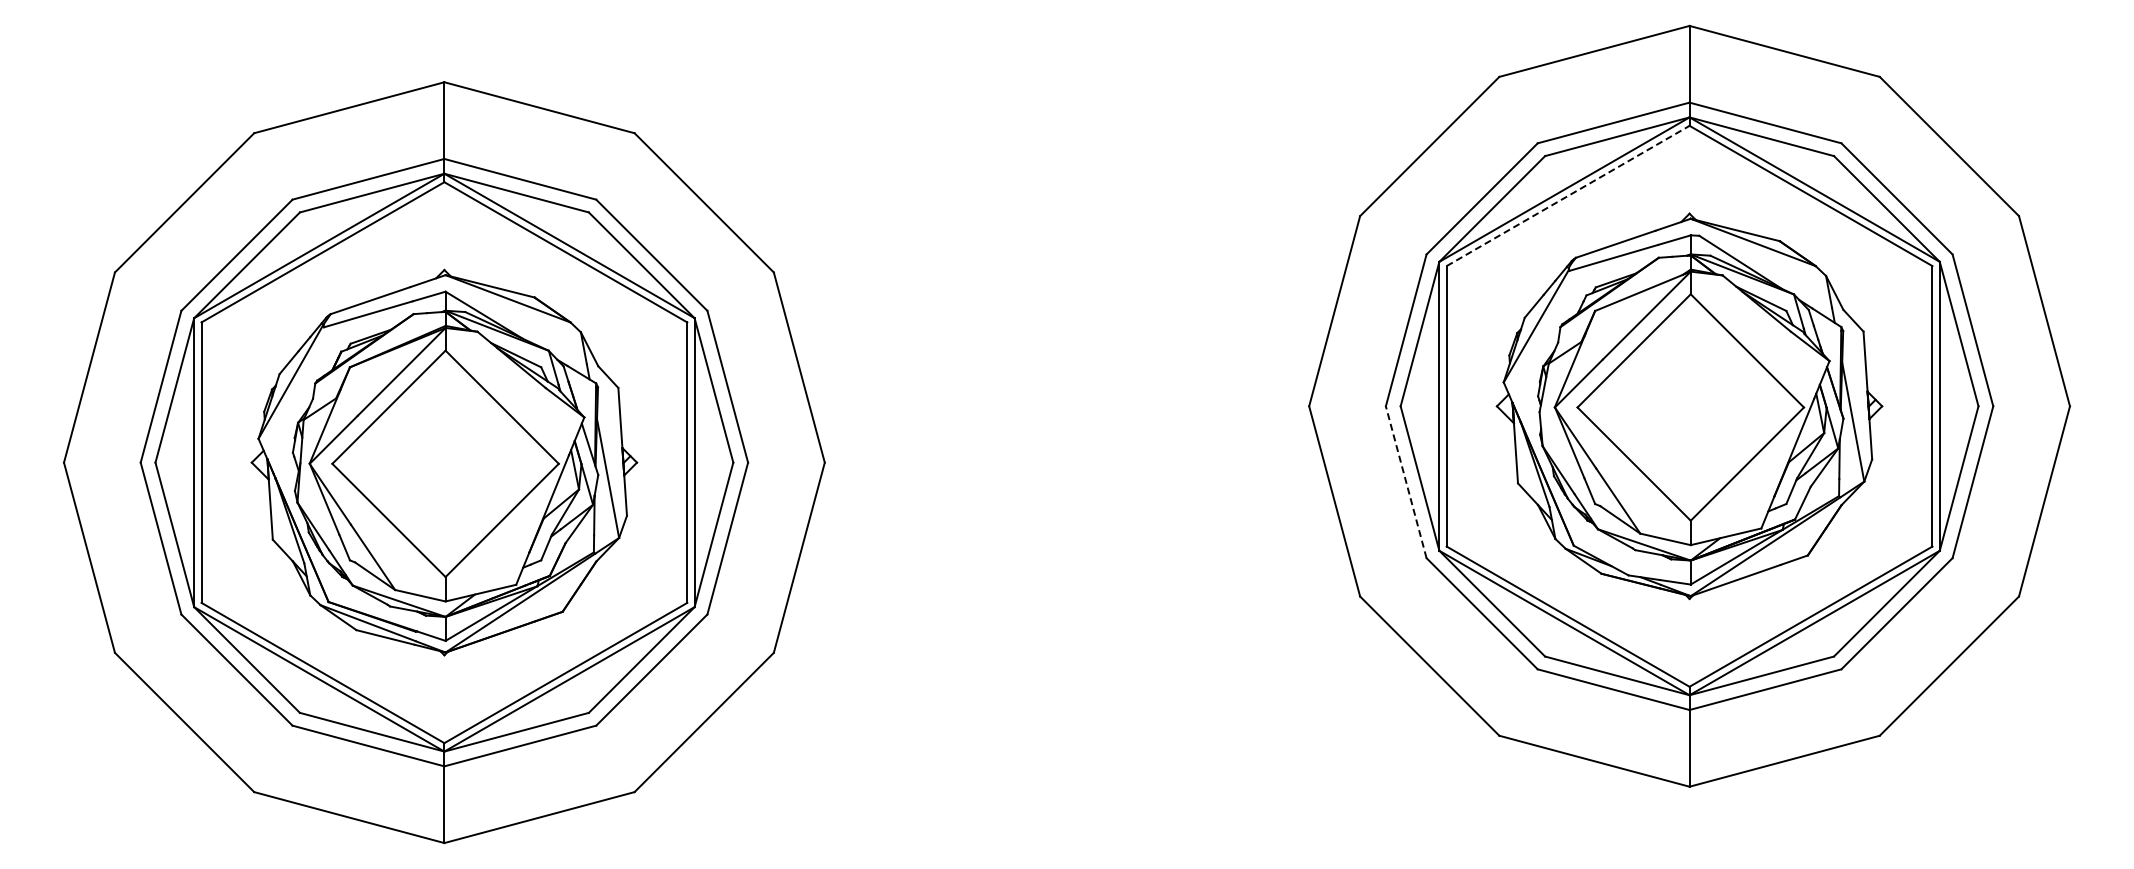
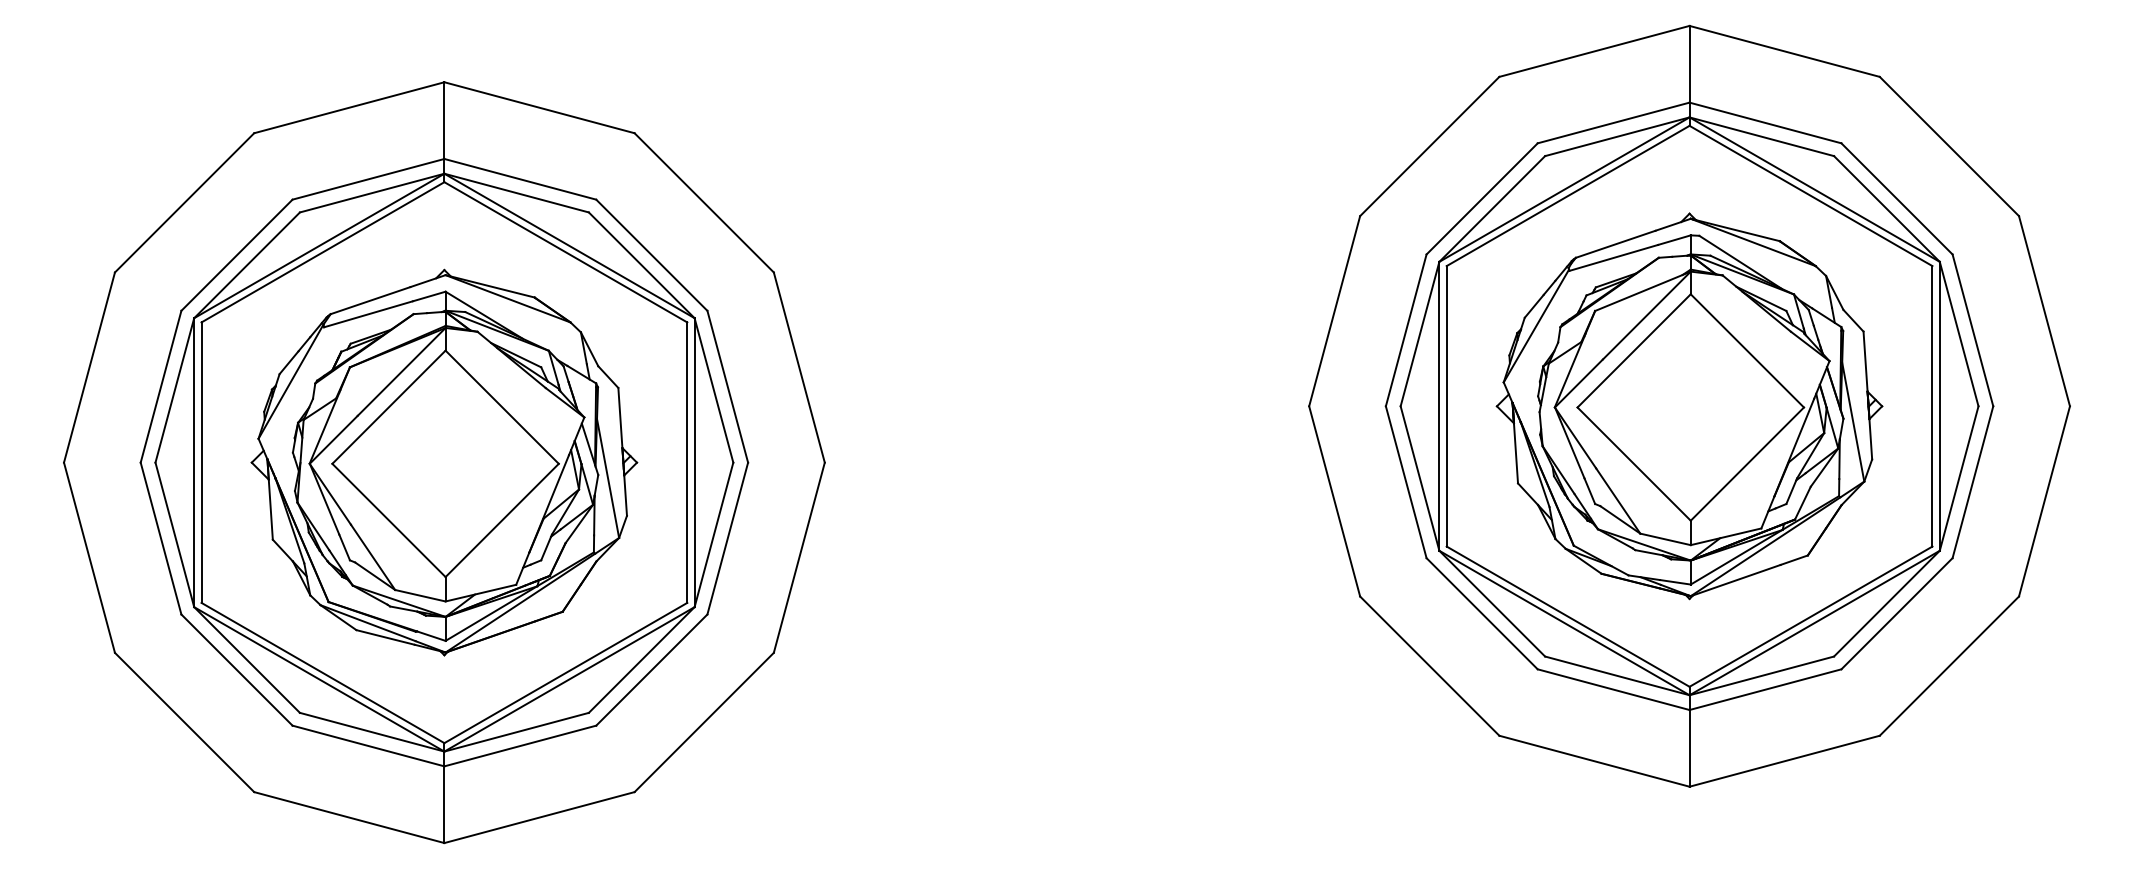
line at (1568, 195): dashed -> solid
line at (1406, 482): dashed -> solid
